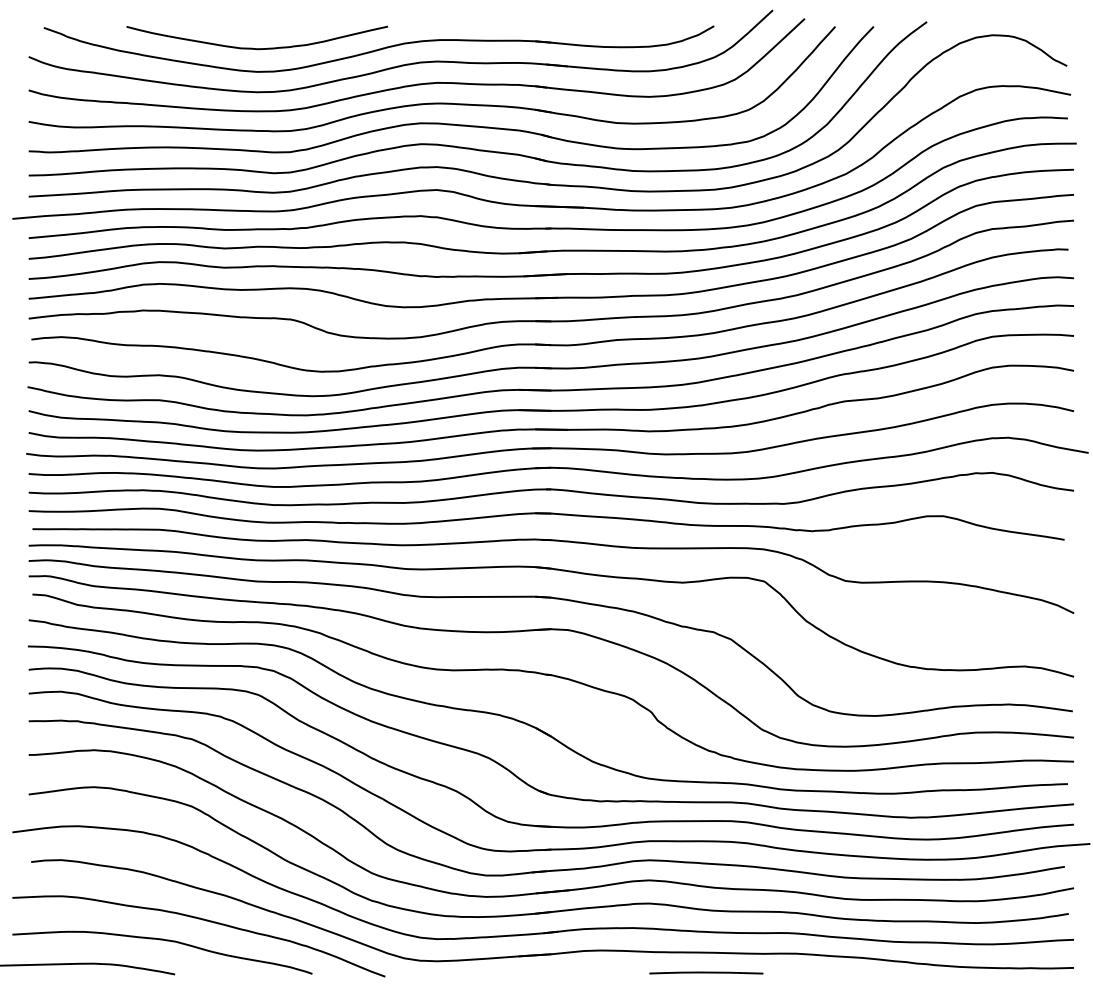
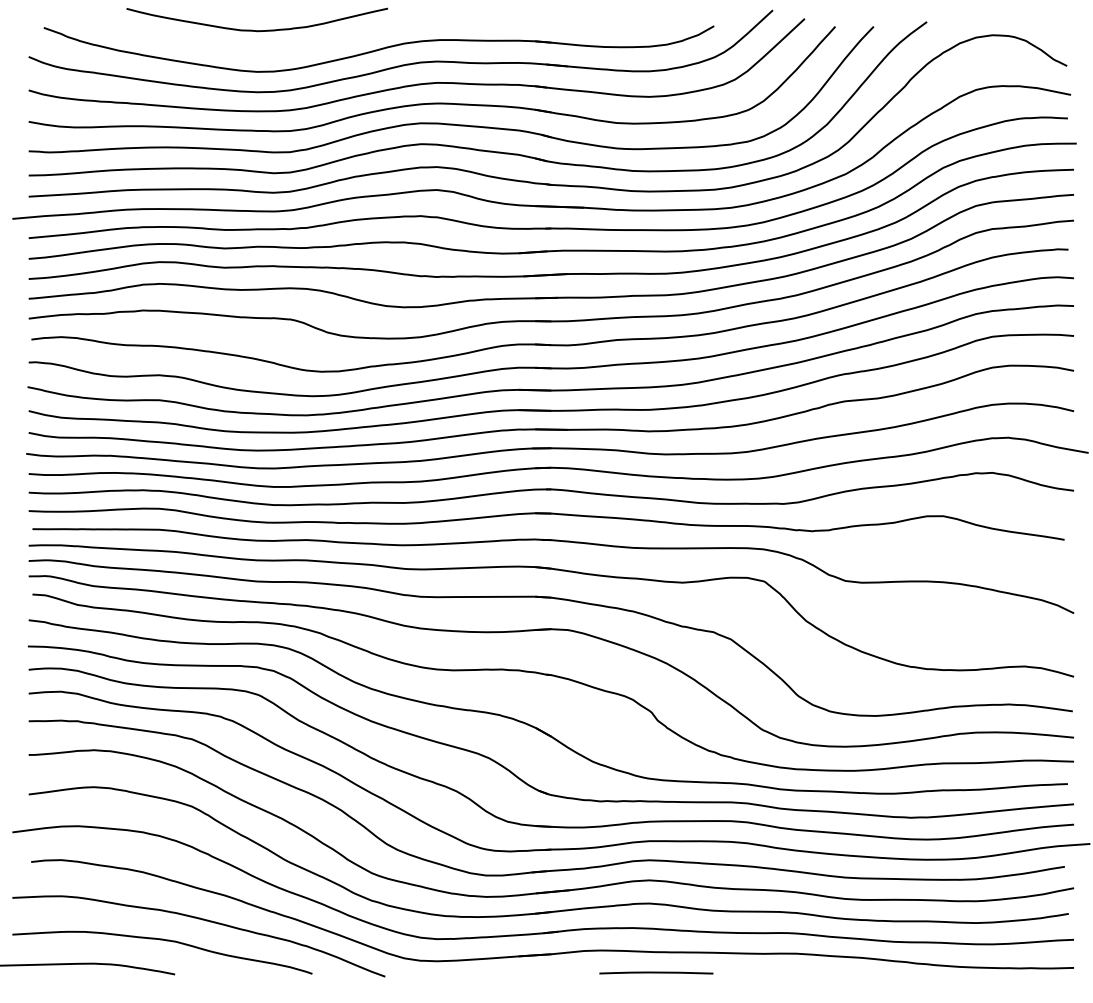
curve at (252, 47) position: (252, 47) -> (252, 29)
line at (706, 972) position: (706, 972) -> (656, 972)
